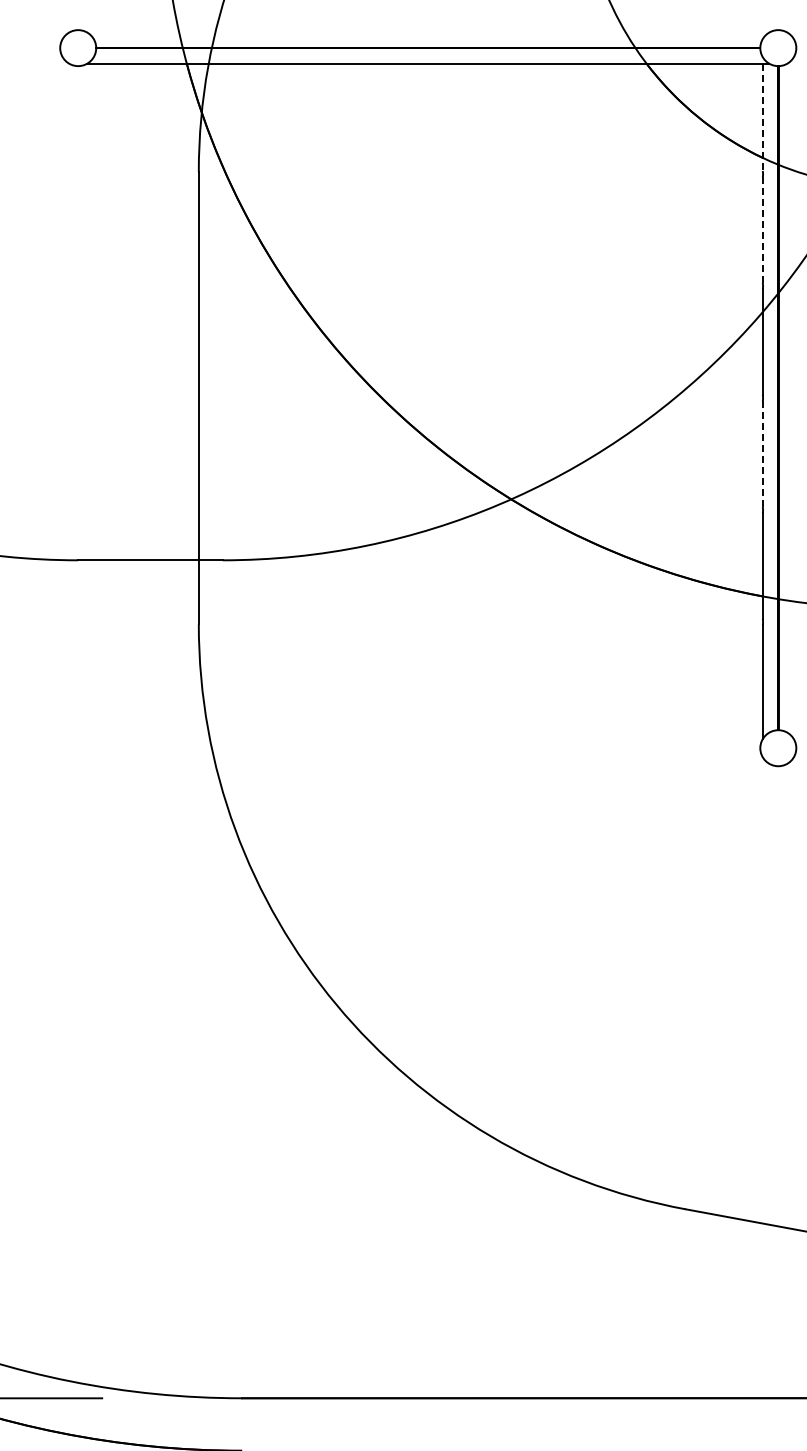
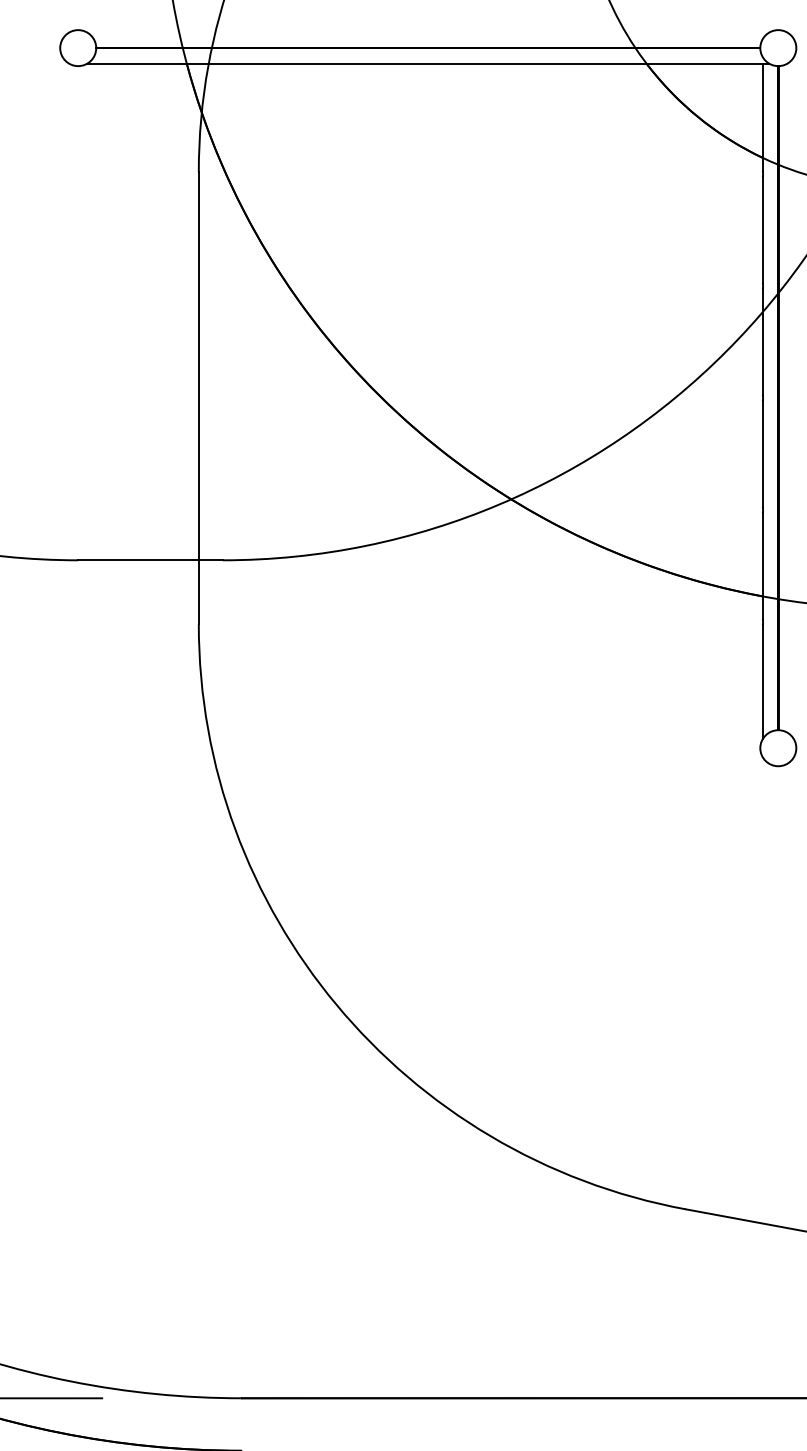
line at (762, 117): dashed -> solid
line at (762, 230): dashed -> solid
line at (762, 454): dashed -> solid
